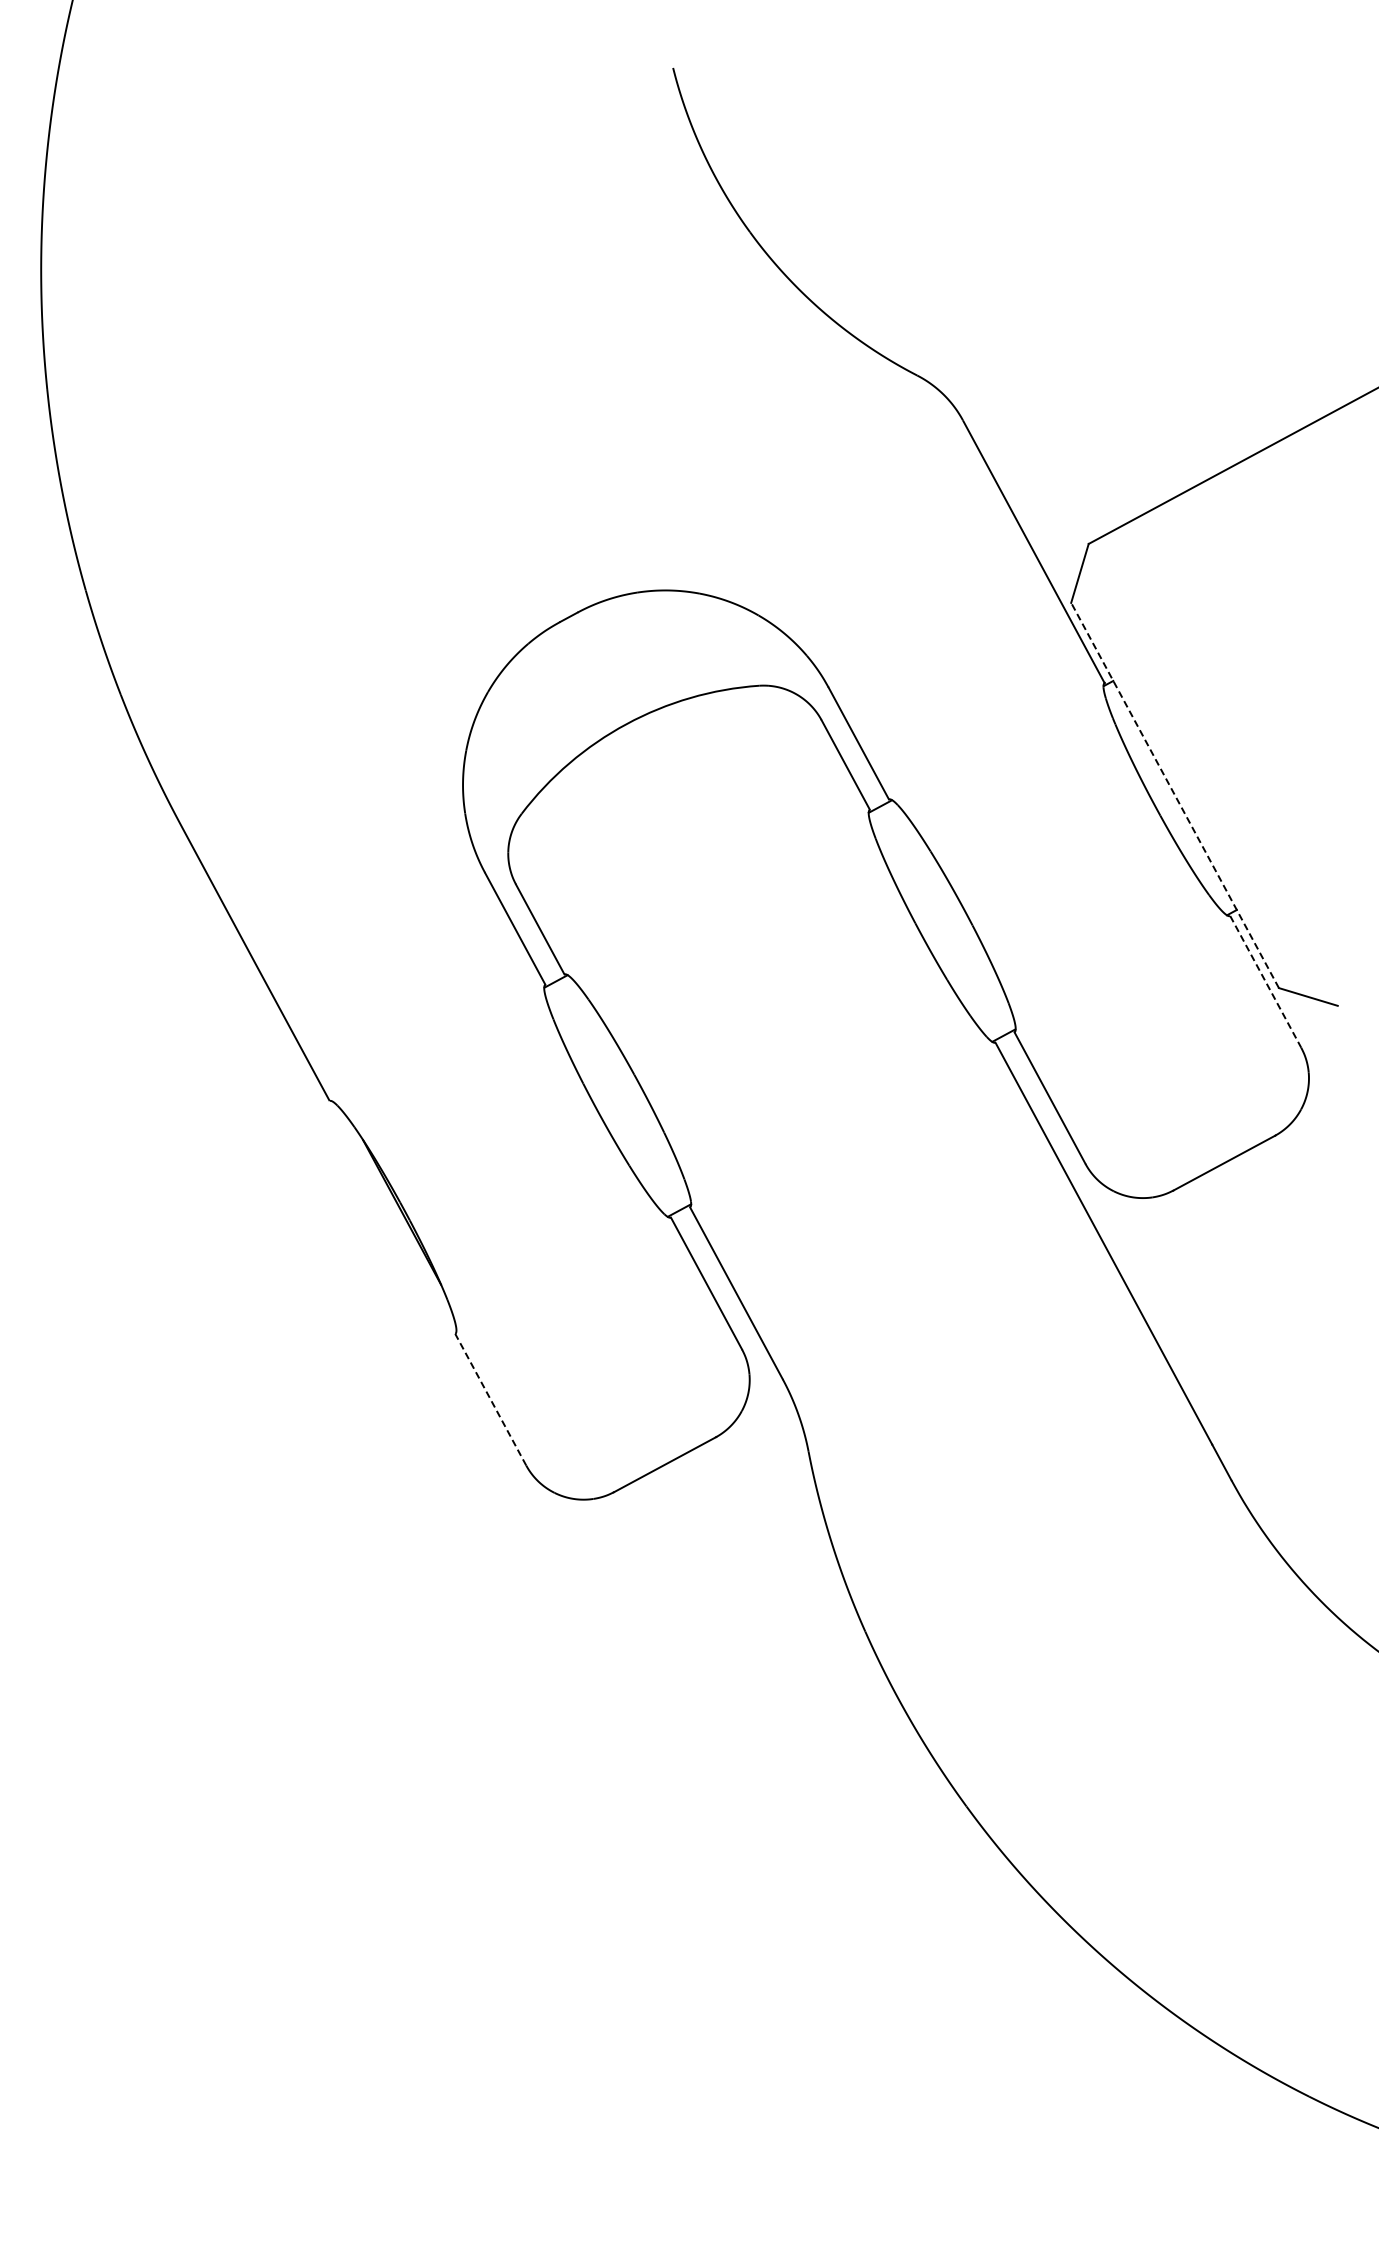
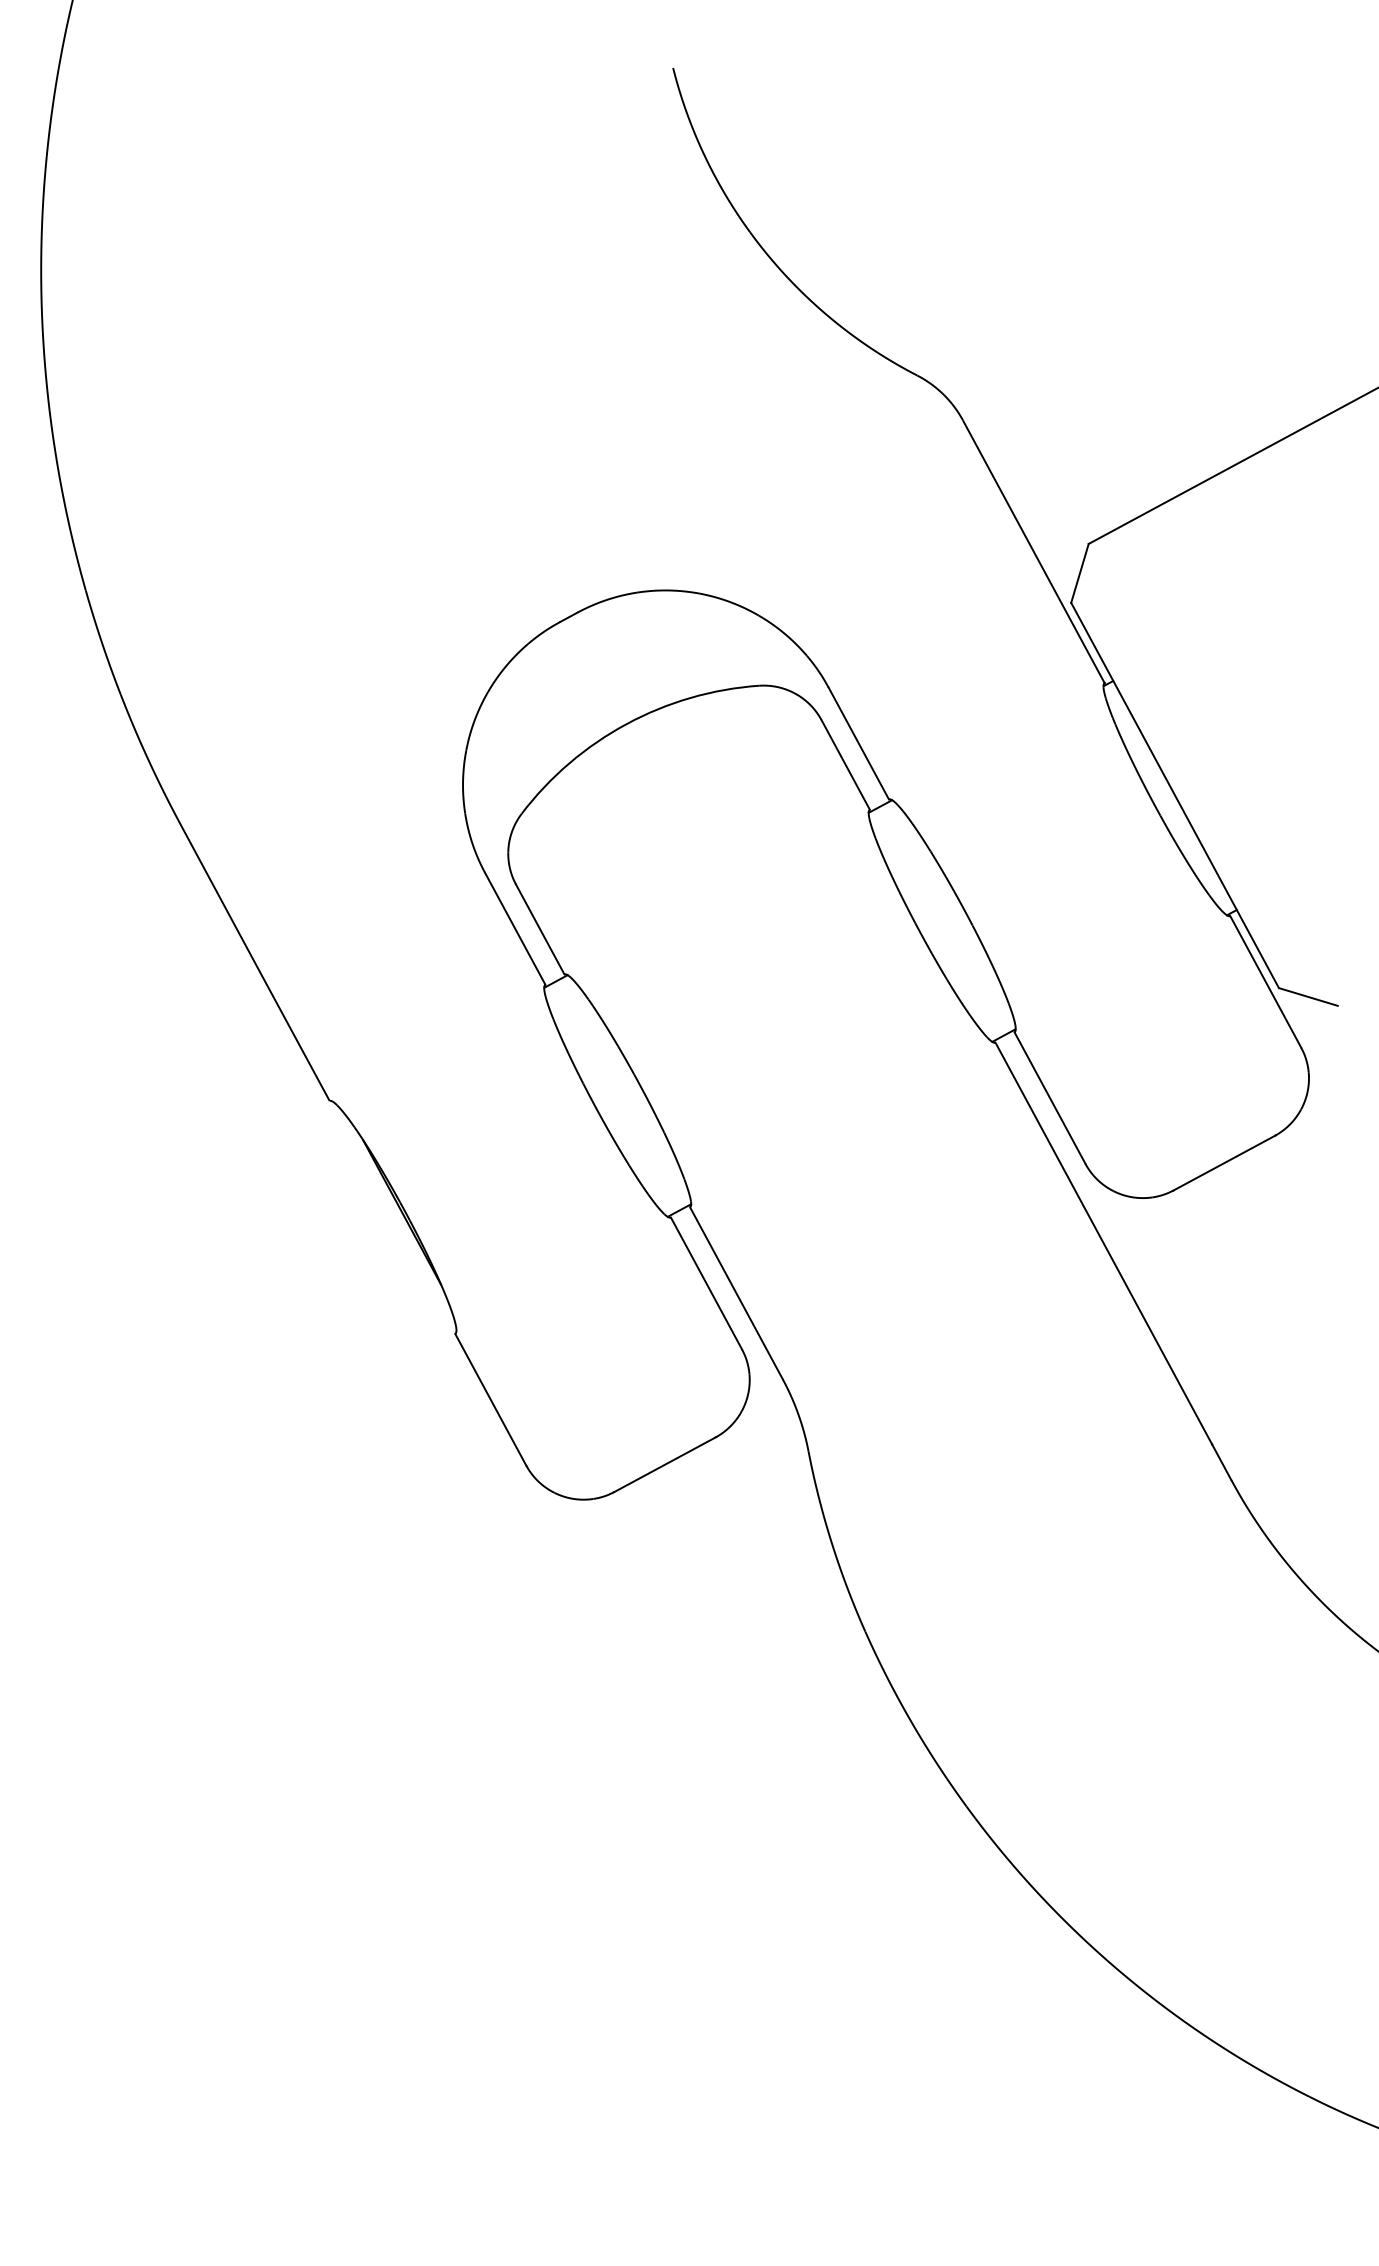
line at (1175, 795): dashed -> solid
line at (1265, 981): dashed -> solid
line at (490, 1399): dashed -> solid
